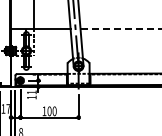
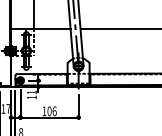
line at (121, 29): dashed -> solid
text at (54, 110): 100 -> 106
